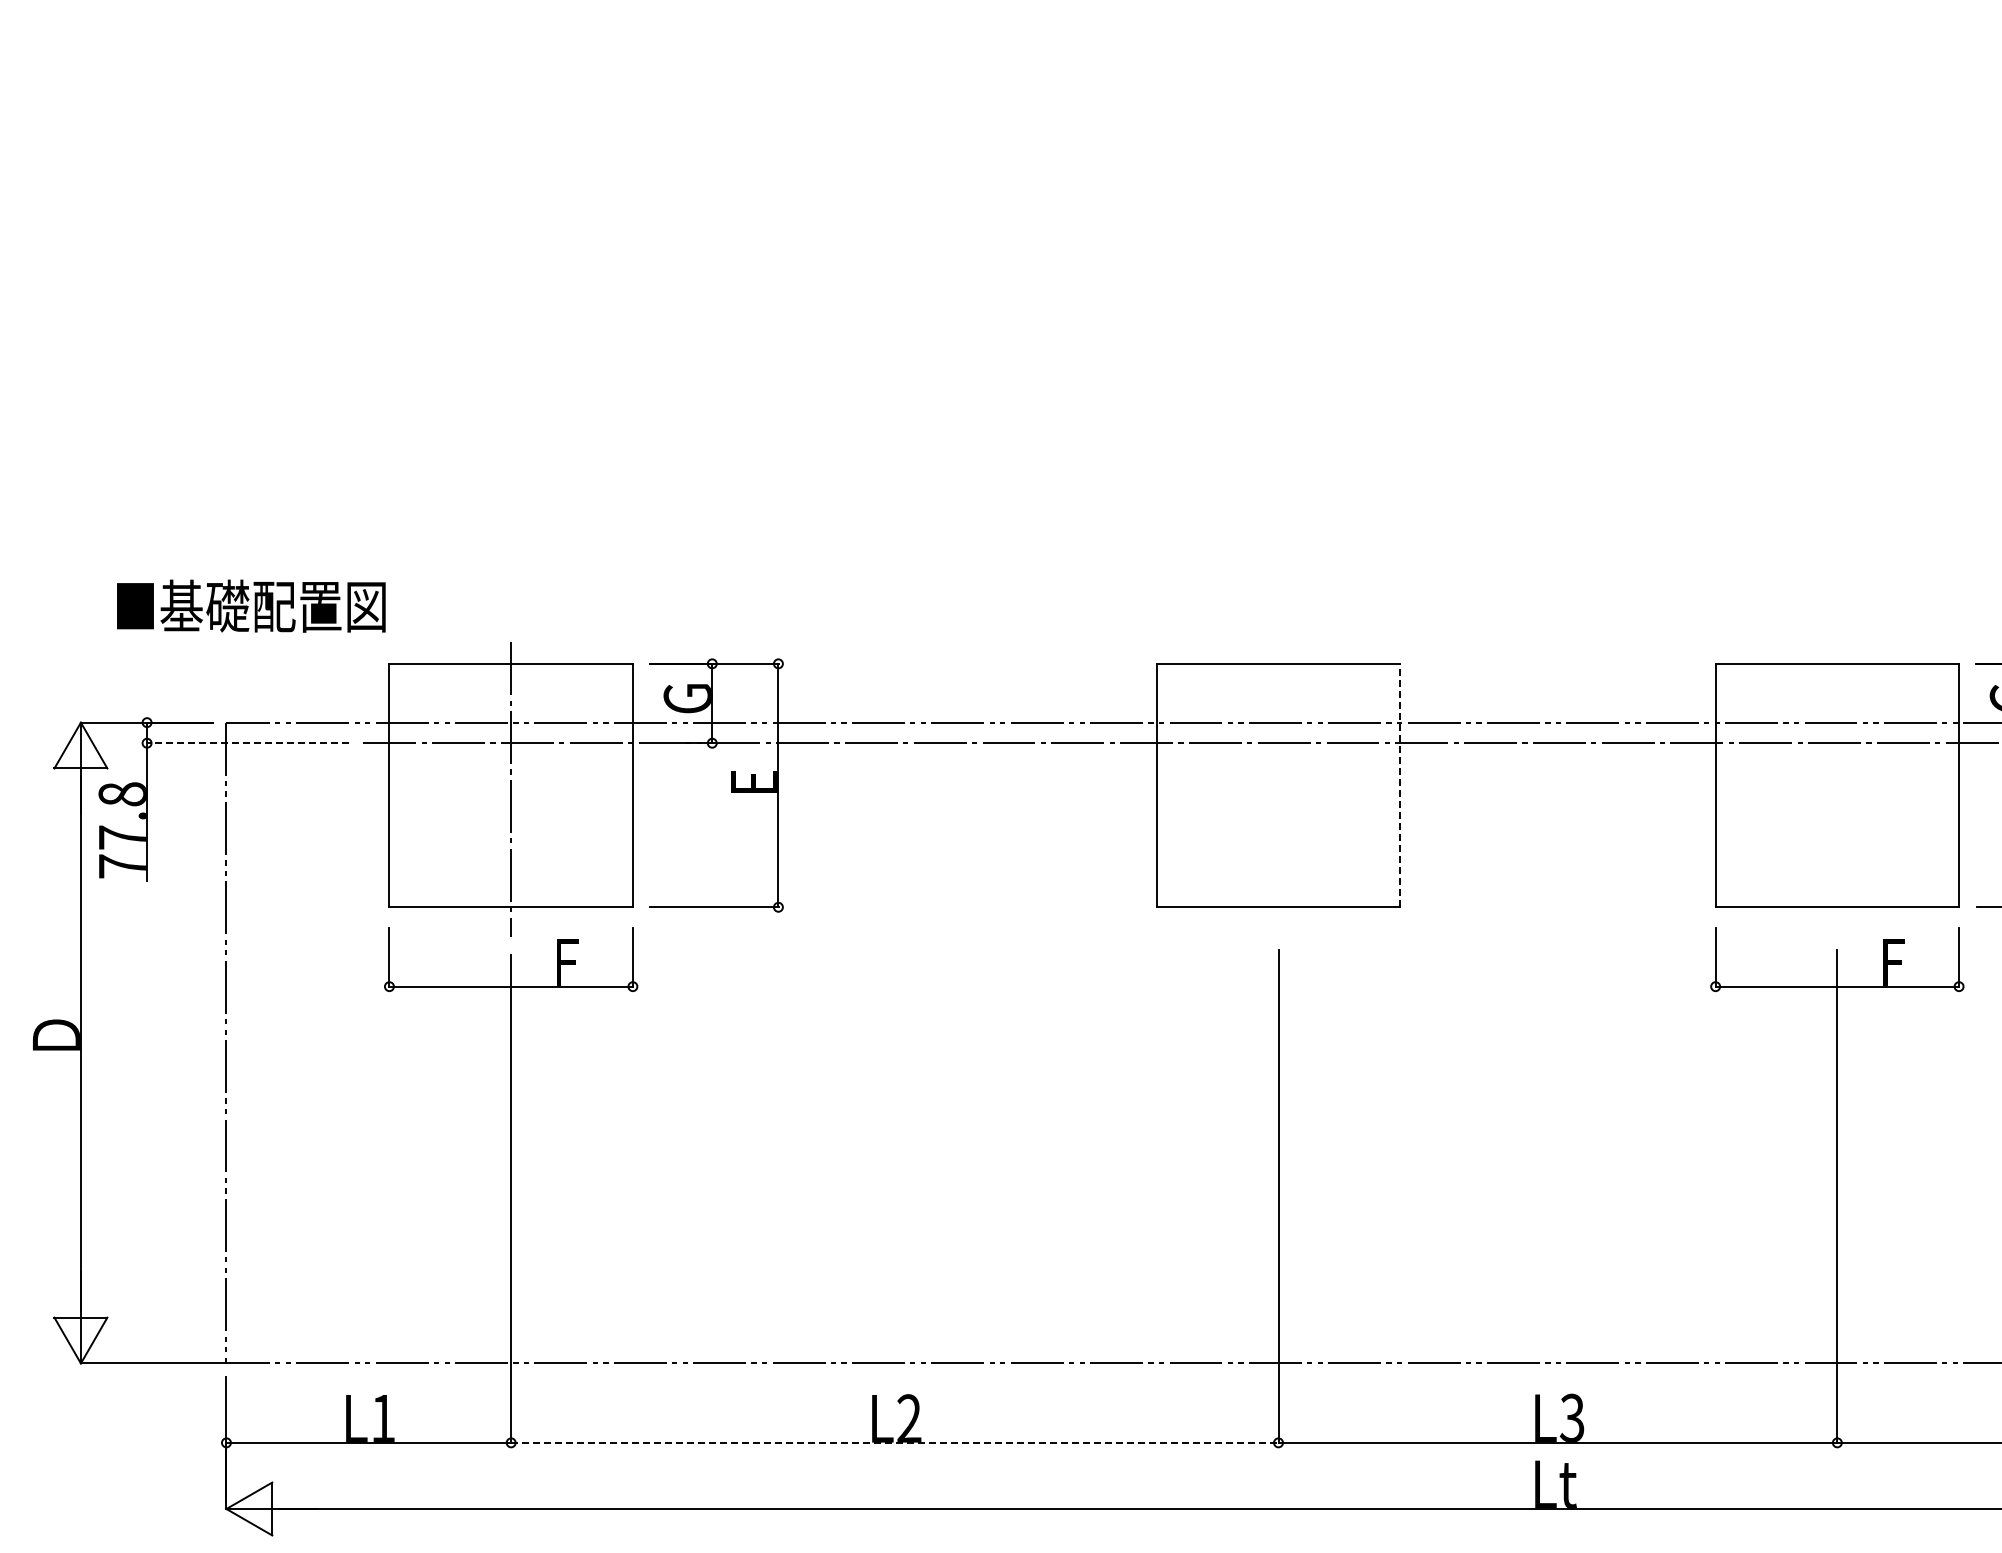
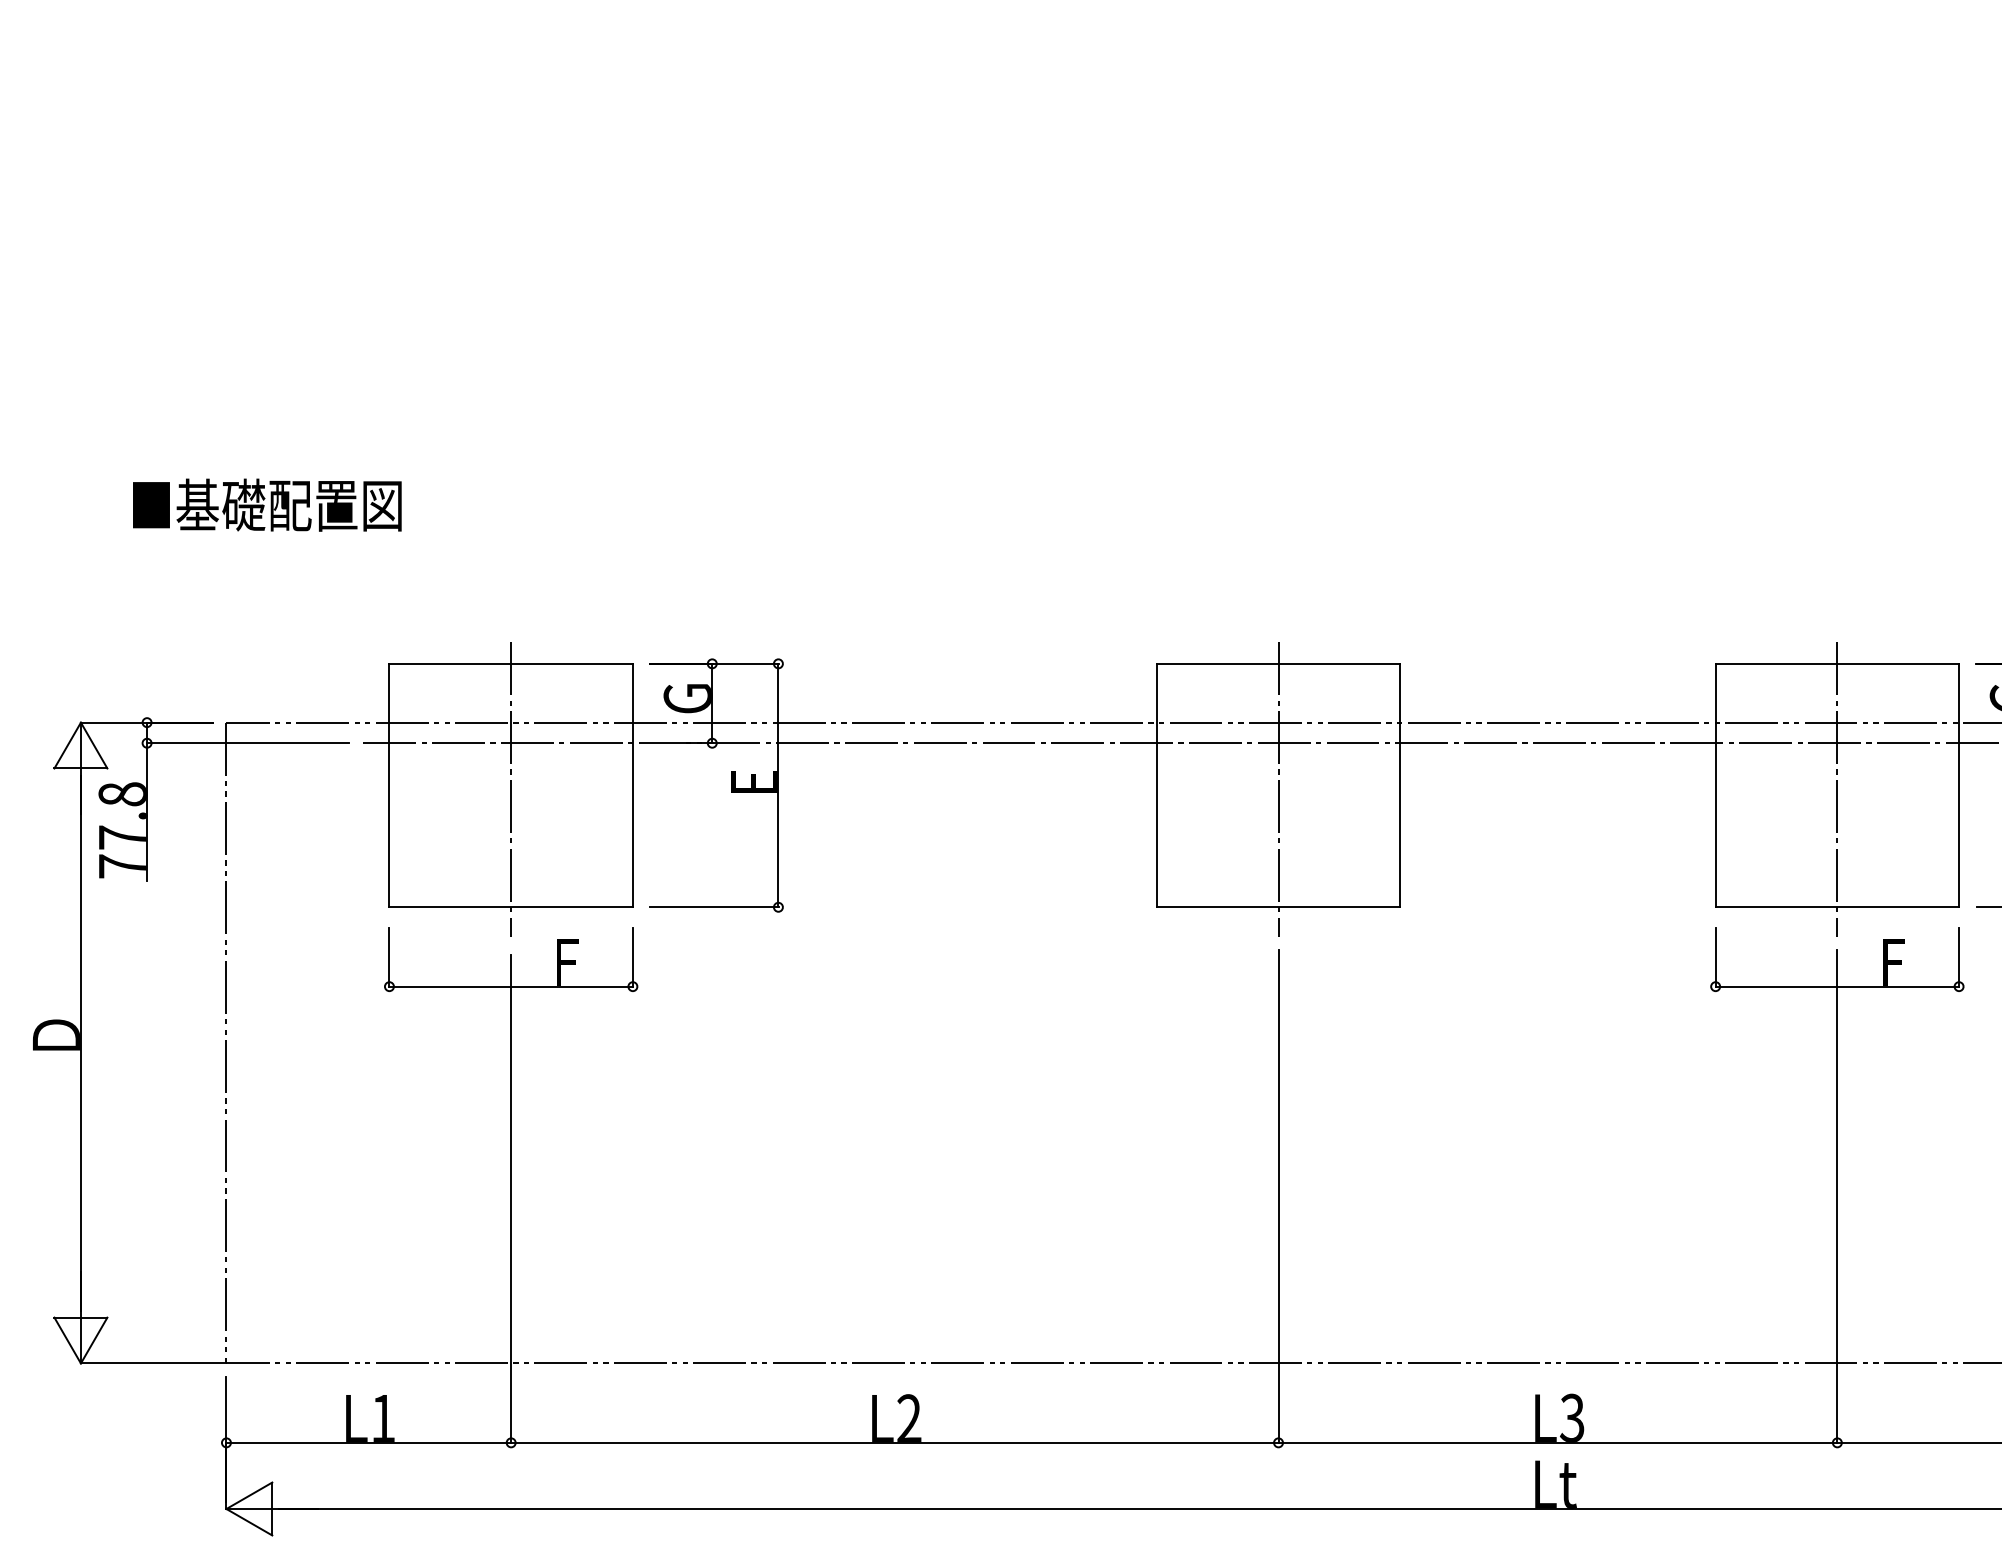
text at (251, 605) position: (251, 605) -> (267, 504)
line at (247, 743): dashed -> solid
line at (1400, 785): dashed -> solid
line at (1278, 789): none -> present
line at (1837, 789): none -> present
line at (894, 1442): dashed -> solid
